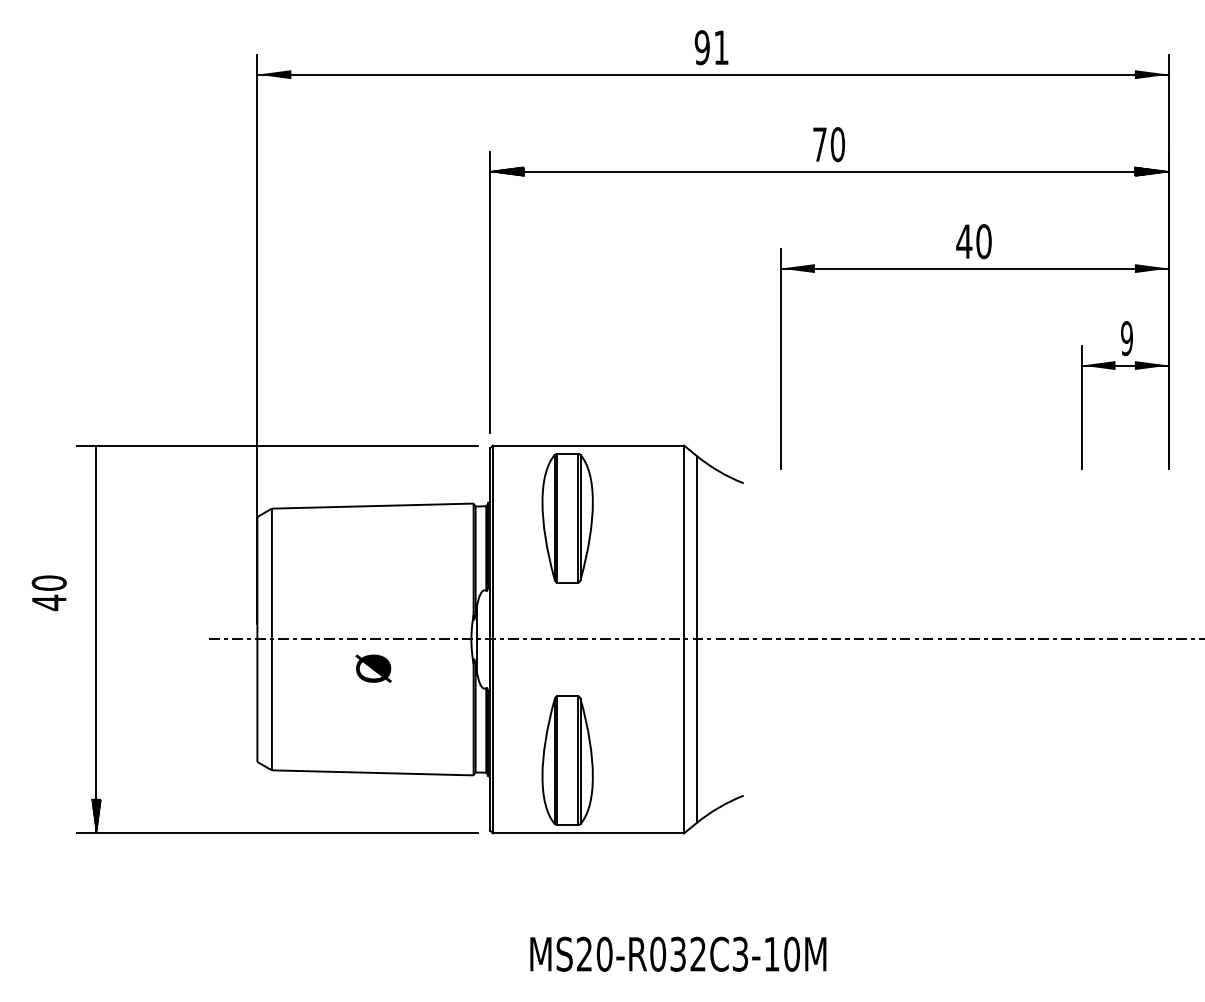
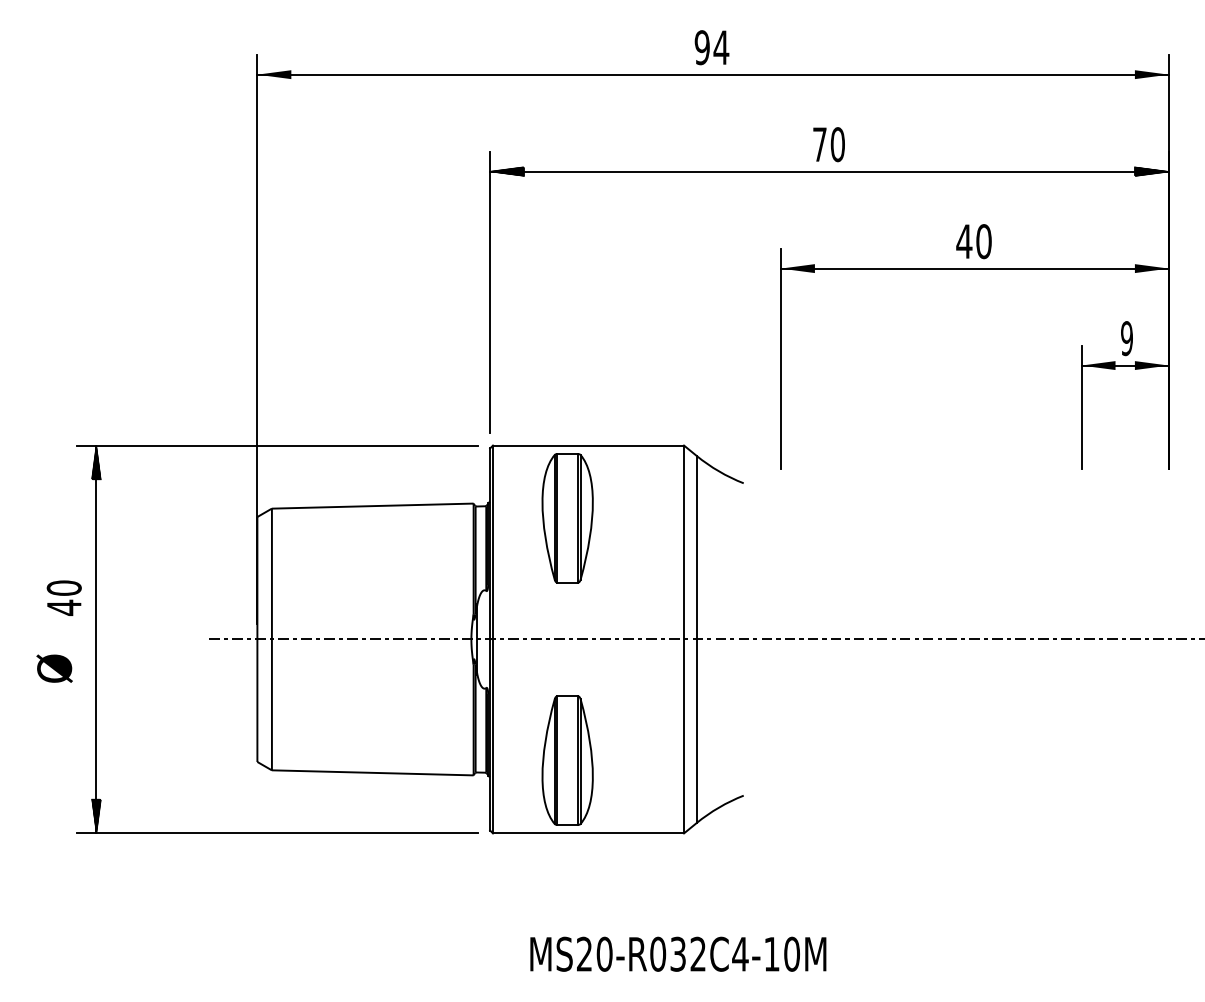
text at (721, 47): 91 -> 94
hatch at (95, 462): none -> present
text at (48, 592) position: (48, 592) -> (63, 597)
text at (373, 668) position: (373, 668) -> (54, 668)
text at (740, 953): MS20-R032C3-10M -> MS20-R032C4-10M
